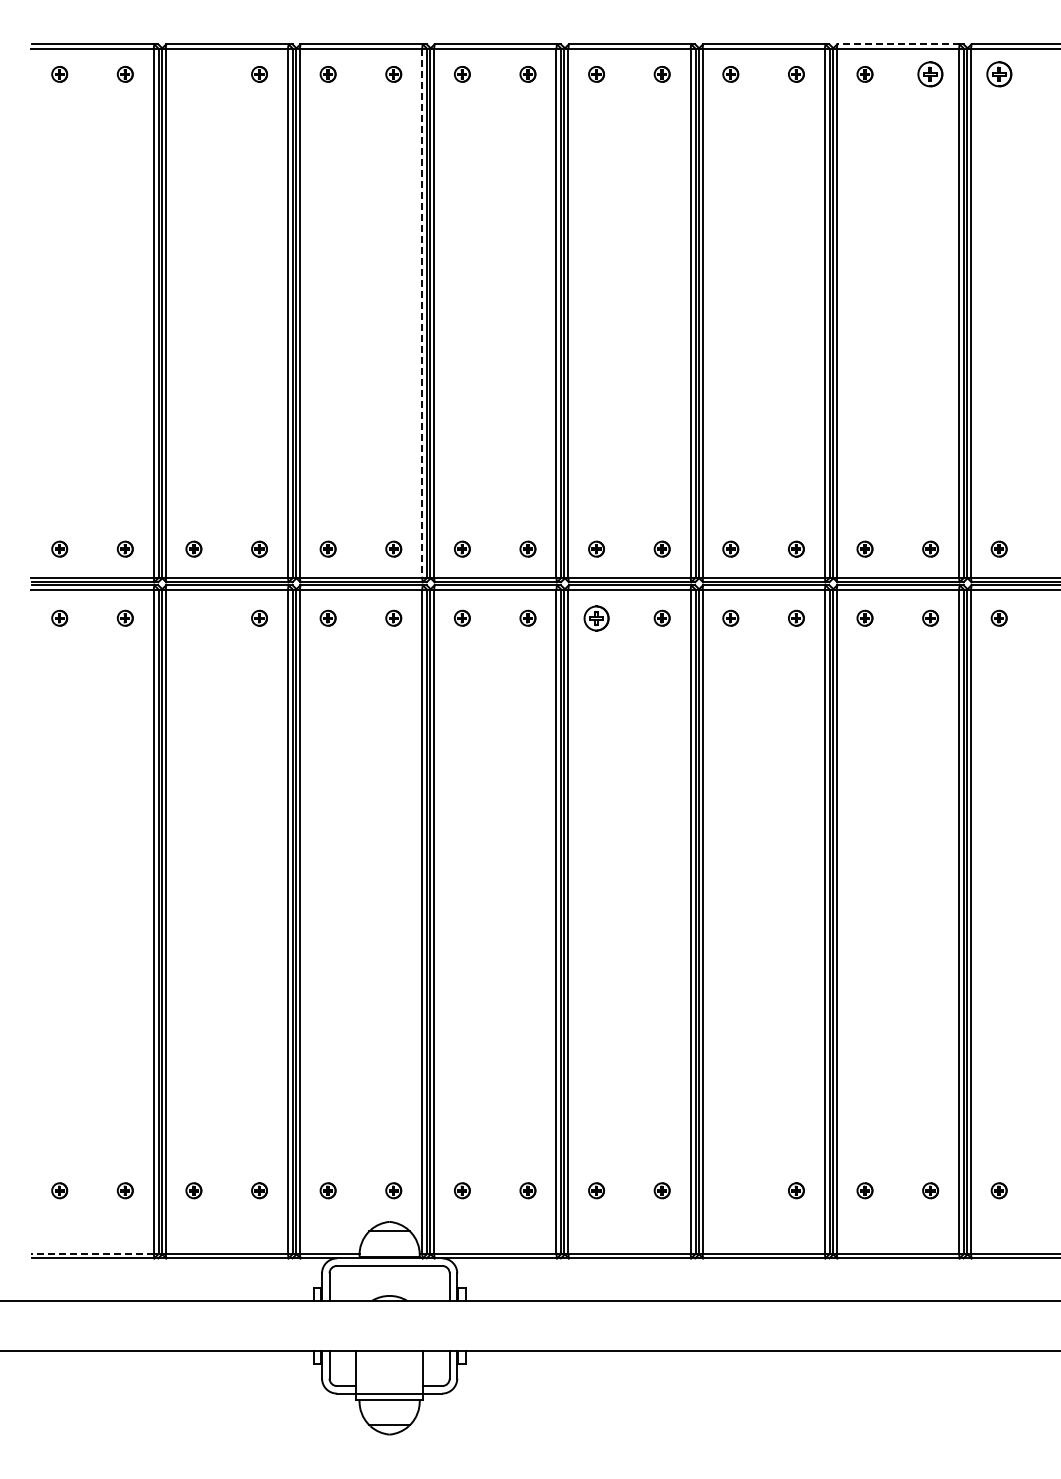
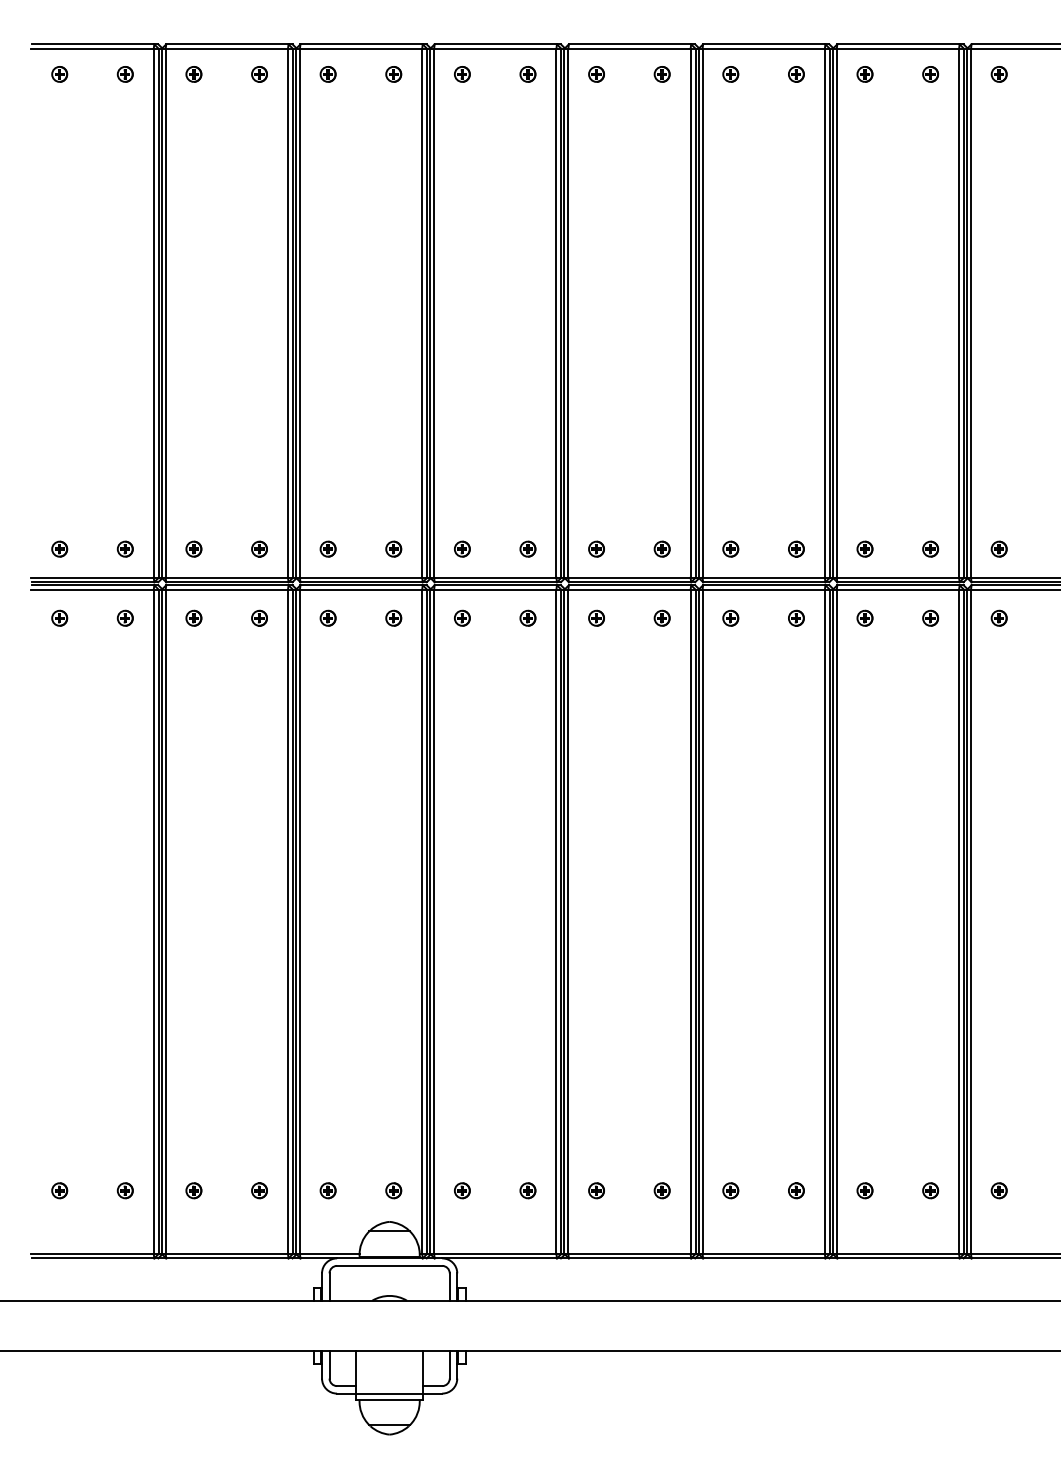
line at (897, 44): dashed -> solid
part at (193, 74): none -> present
part at (930, 74) size: 27x27 px -> 18x17 px
part at (999, 74) size: 27x27 px -> 18x17 px
line at (422, 313): dashed -> solid
part at (193, 617): none -> present
part at (596, 618) size: 27x27 px -> 17x18 px
part at (730, 1190): none -> present
line at (92, 1253): dashed -> solid
